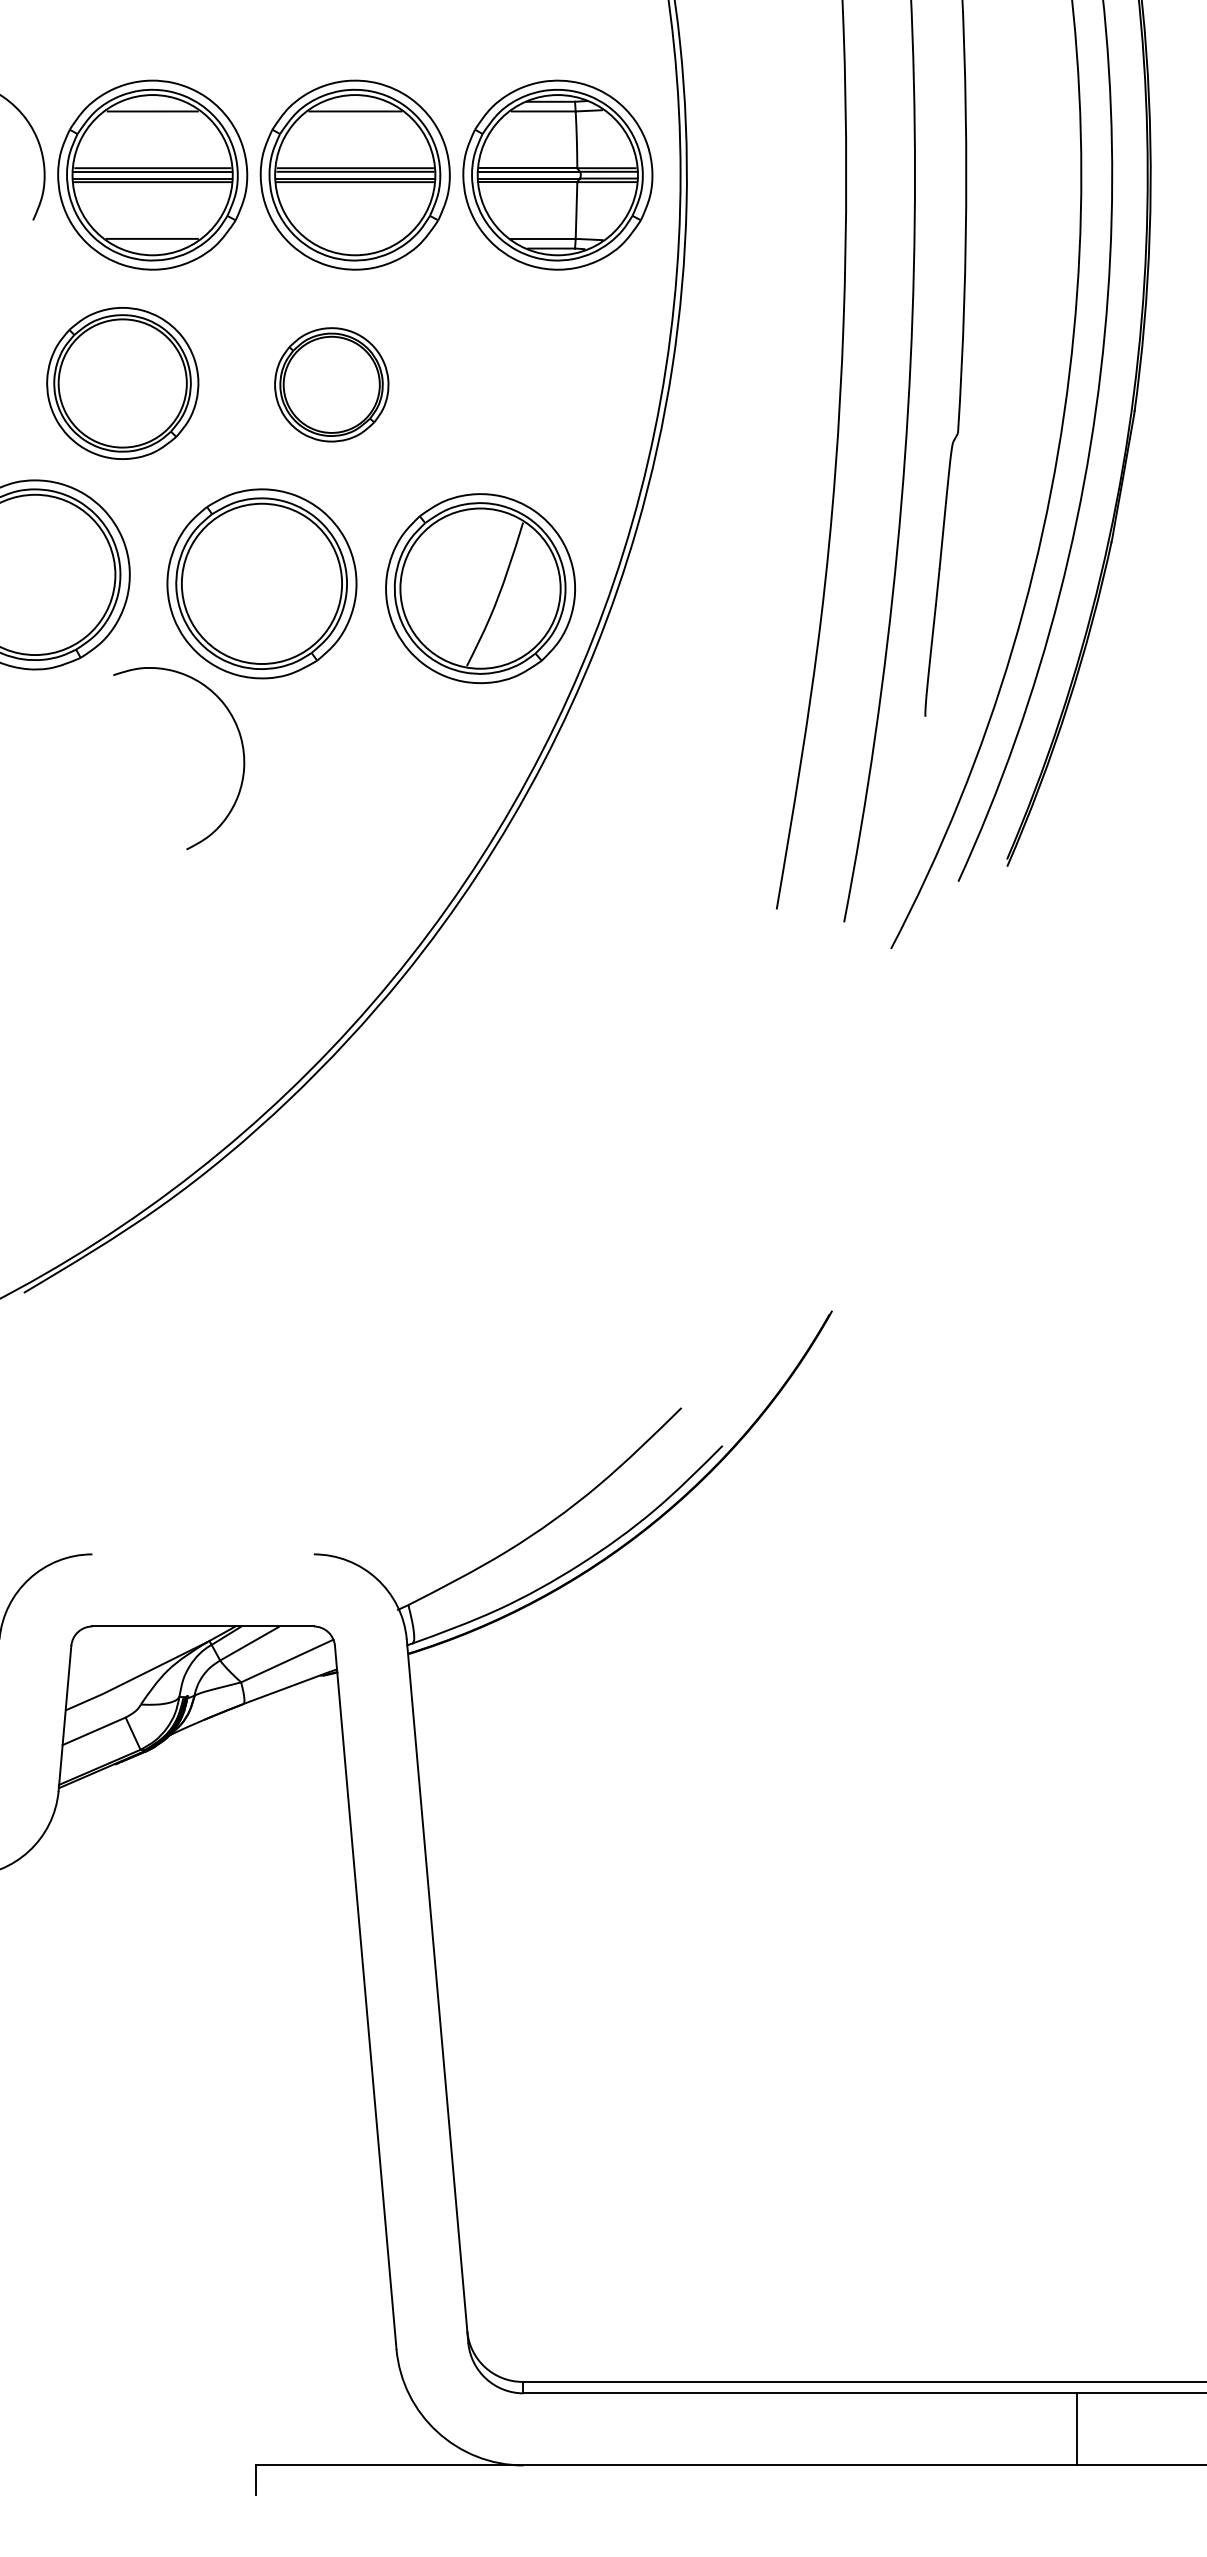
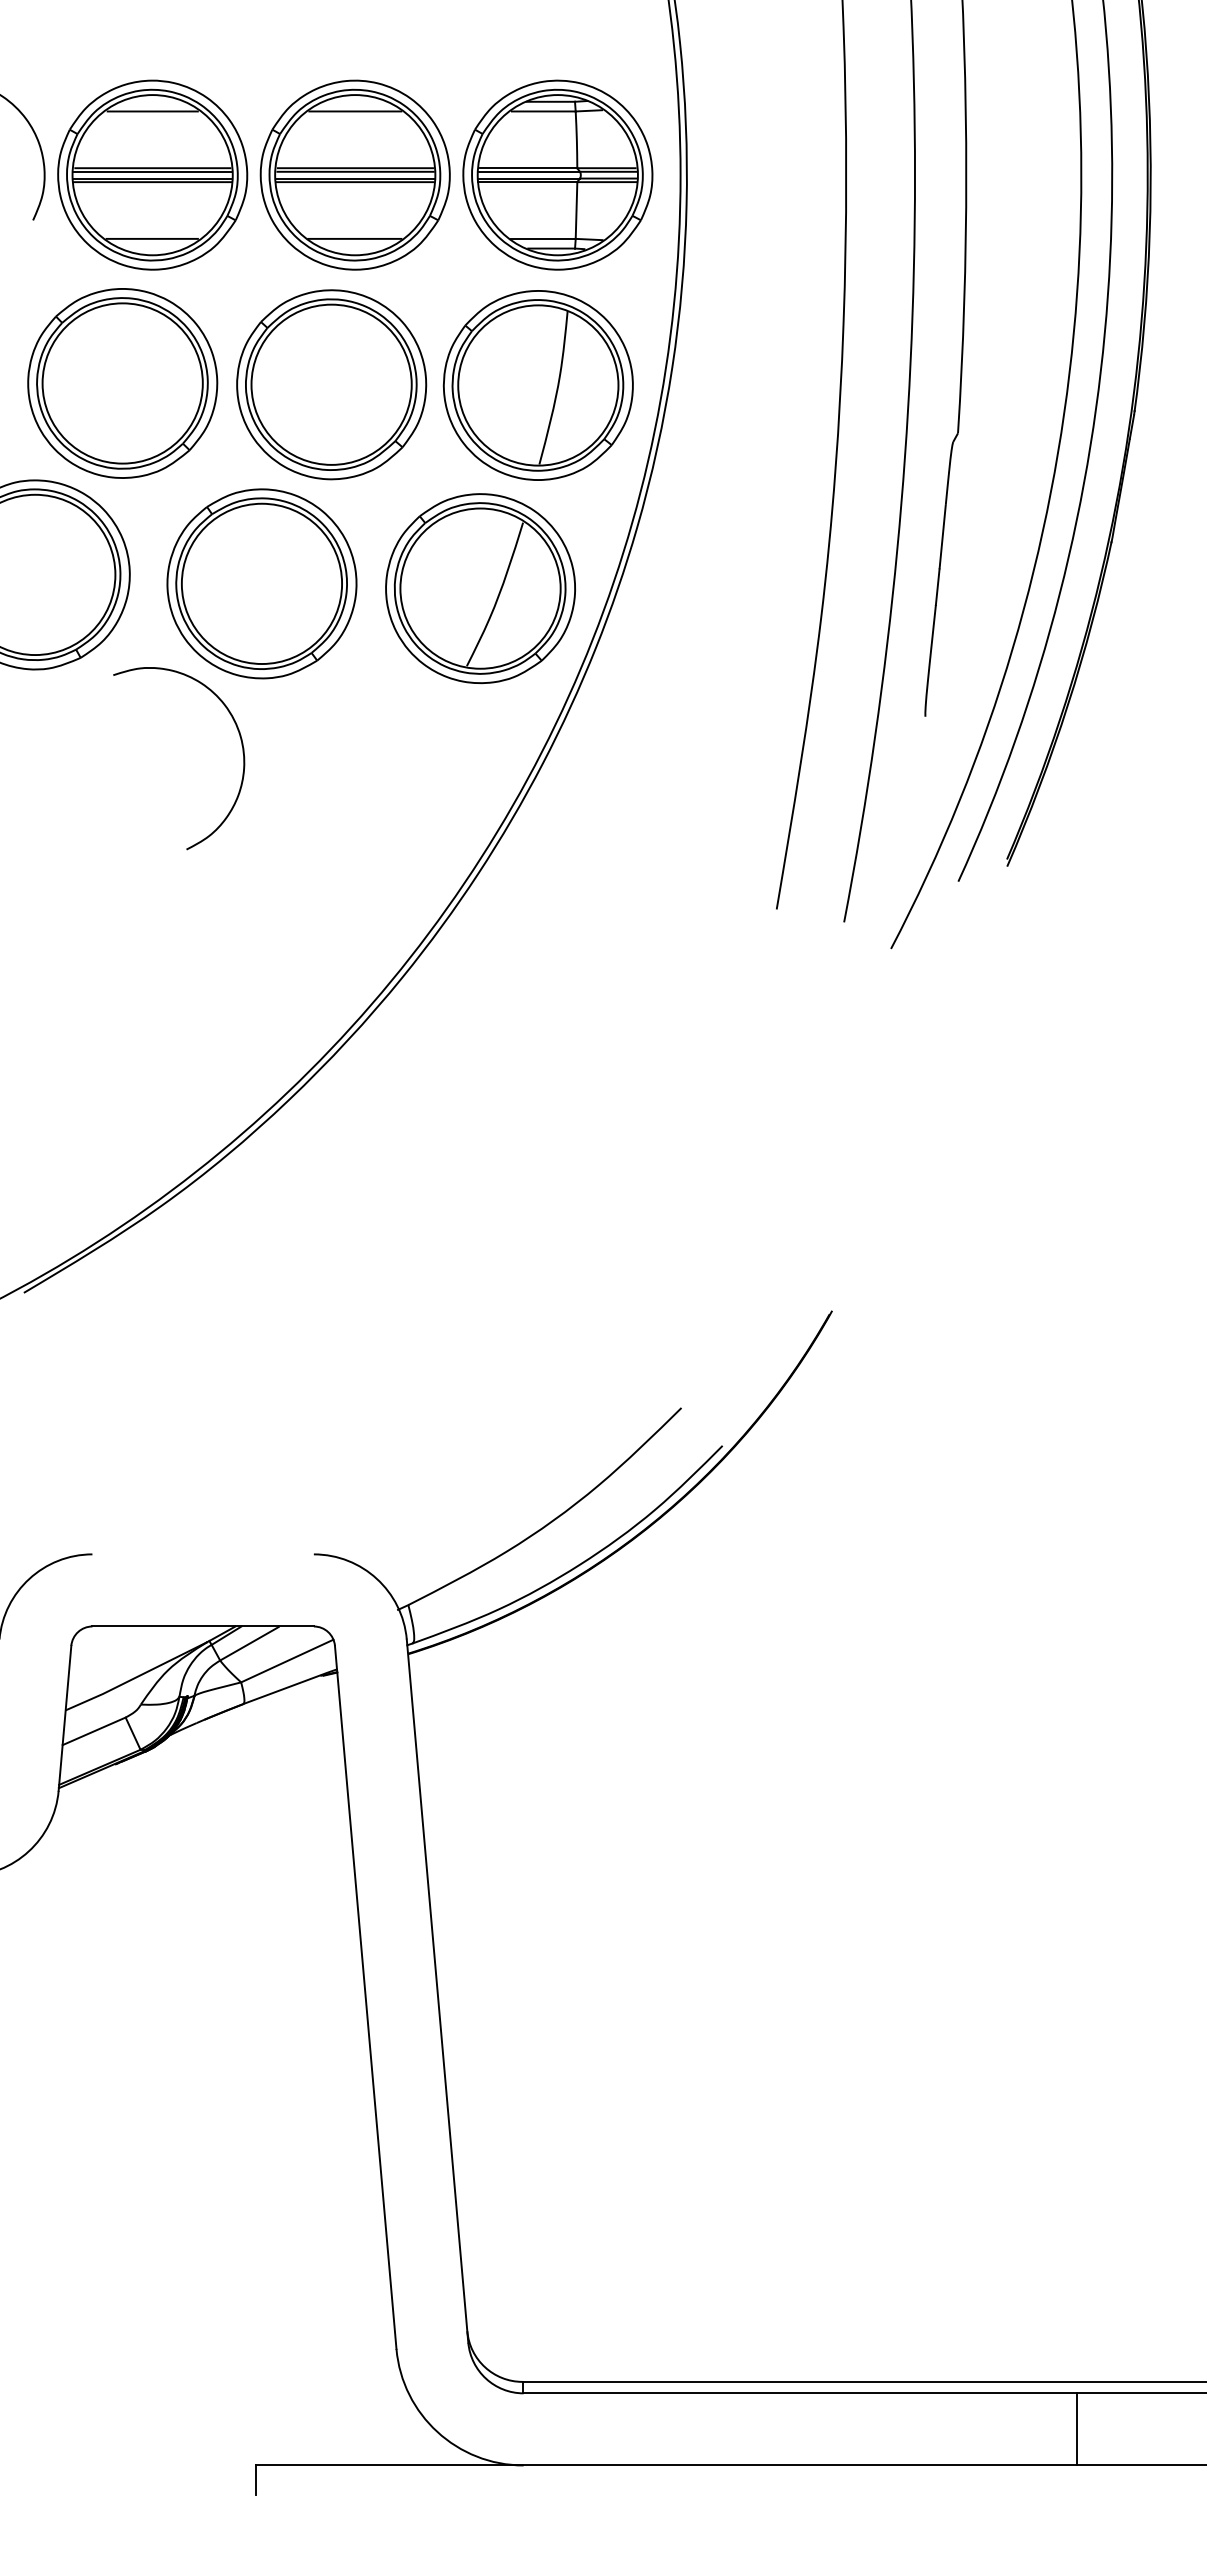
line at (354, 238): none -> present
part at (122, 383) size: 154x153 px -> 192x191 px
part at (331, 384) size: 116x116 px -> 192x192 px
part at (537, 385): none -> present
